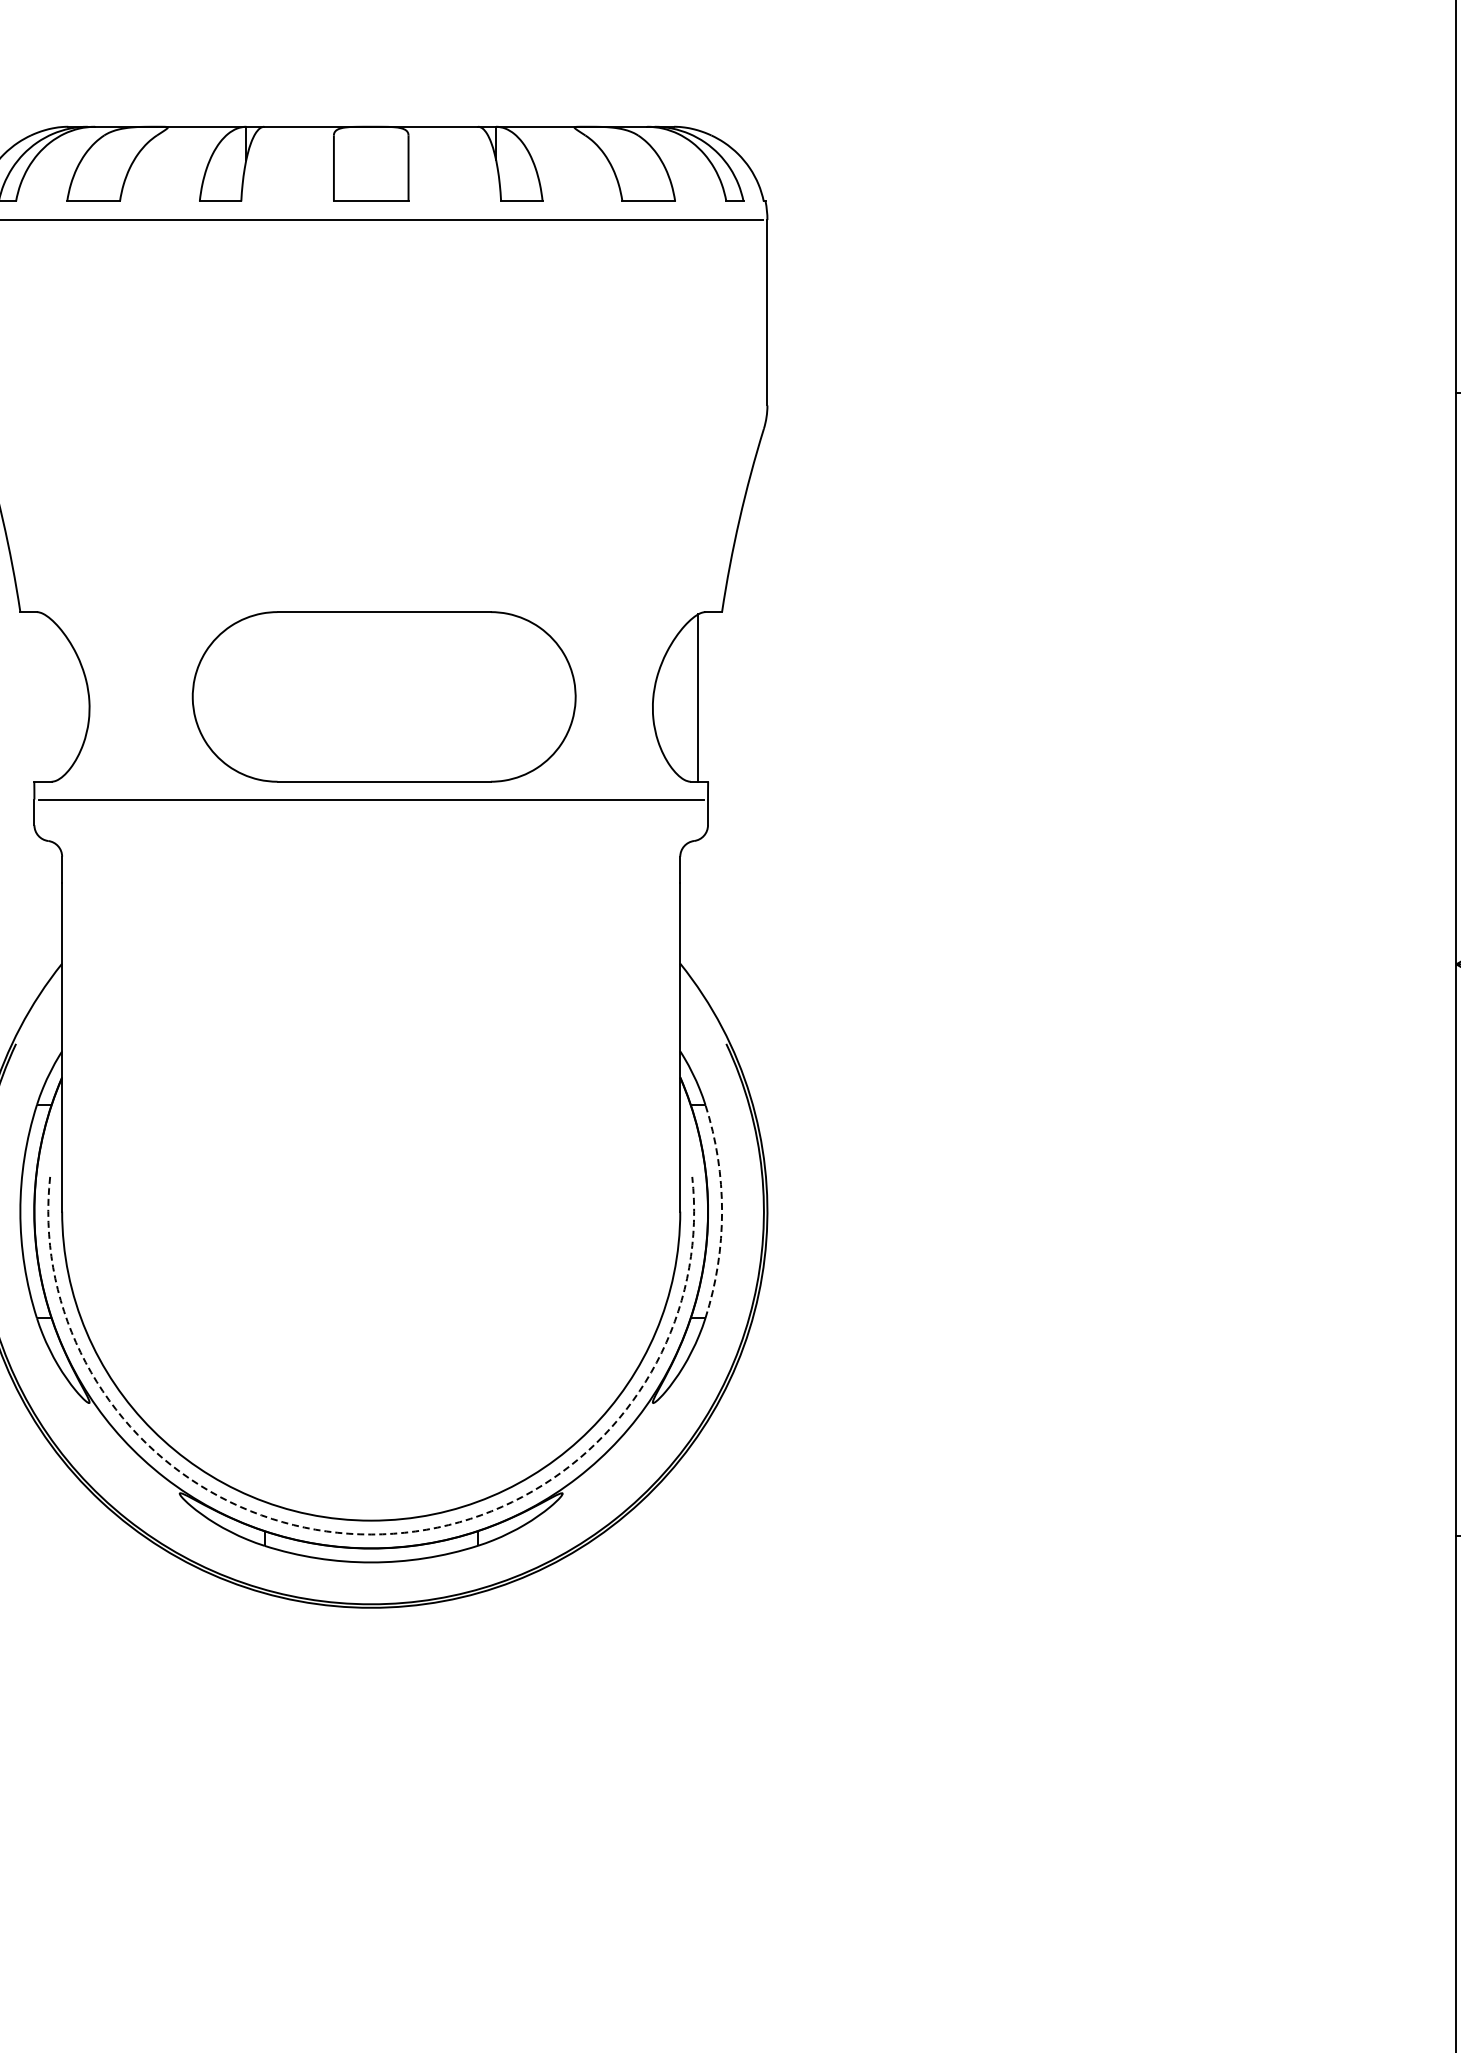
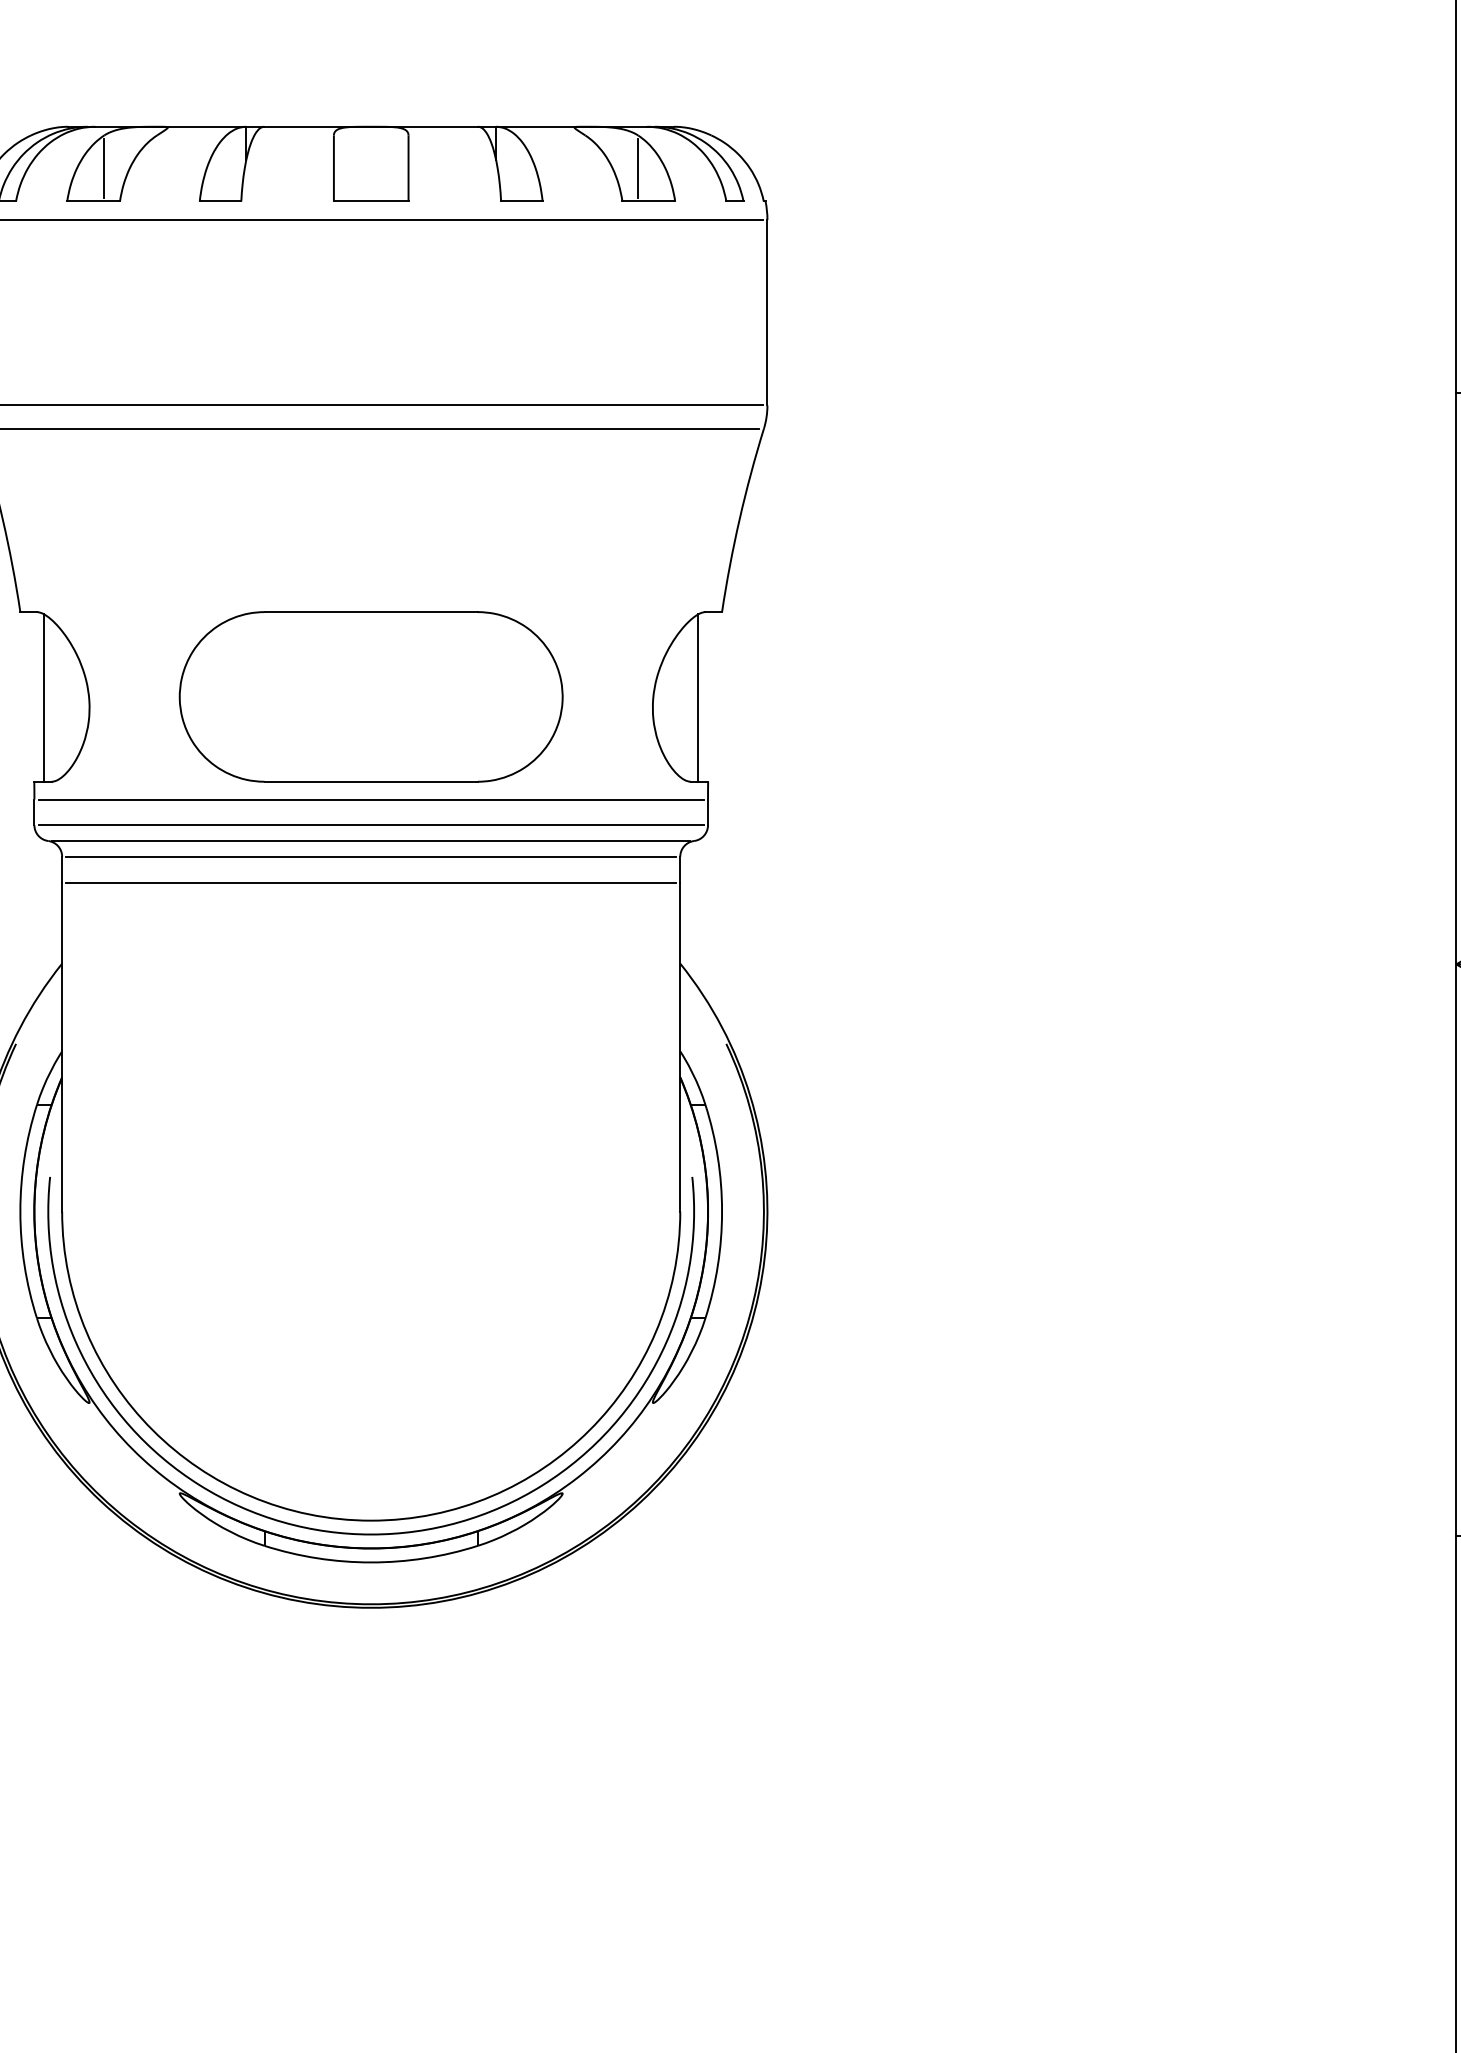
line at (104, 168): none -> present
line at (638, 168): none -> present
line at (382, 405): none -> present
line at (380, 428): none -> present
part at (383, 696) position: (383, 696) -> (370, 696)
line at (44, 697): none -> present
line at (370, 825): none -> present
line at (371, 841): none -> present
line at (370, 856): none -> present
line at (370, 882): none -> present
arc at (722, 1211): dashed -> solid
arc at (371, 1534): dashed -> solid
